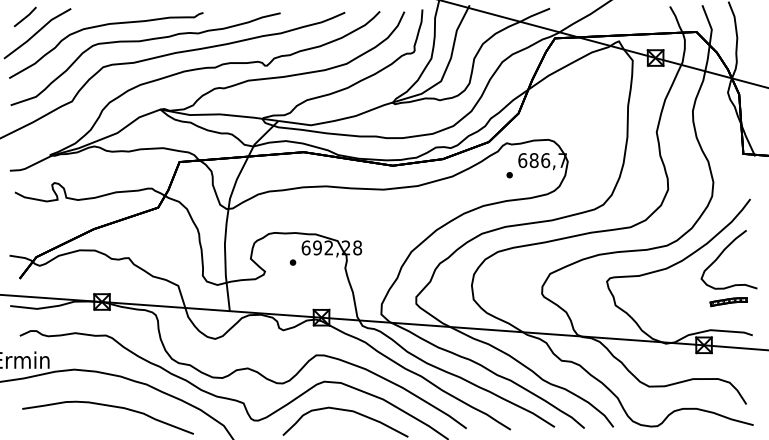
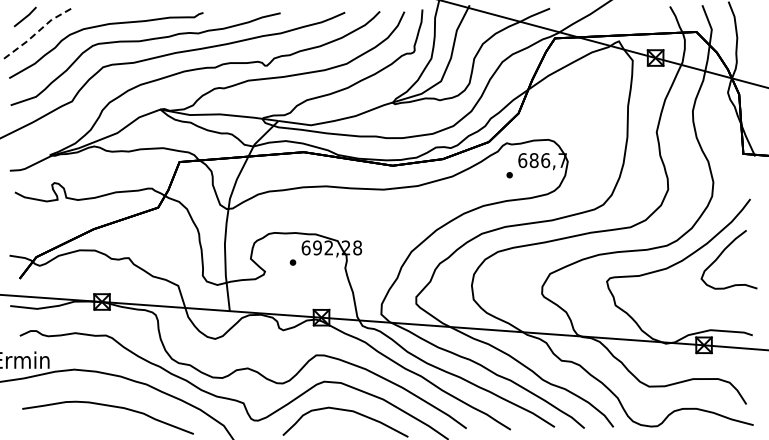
line at (36, 32): solid -> dashed
part at (728, 302): present -> none
